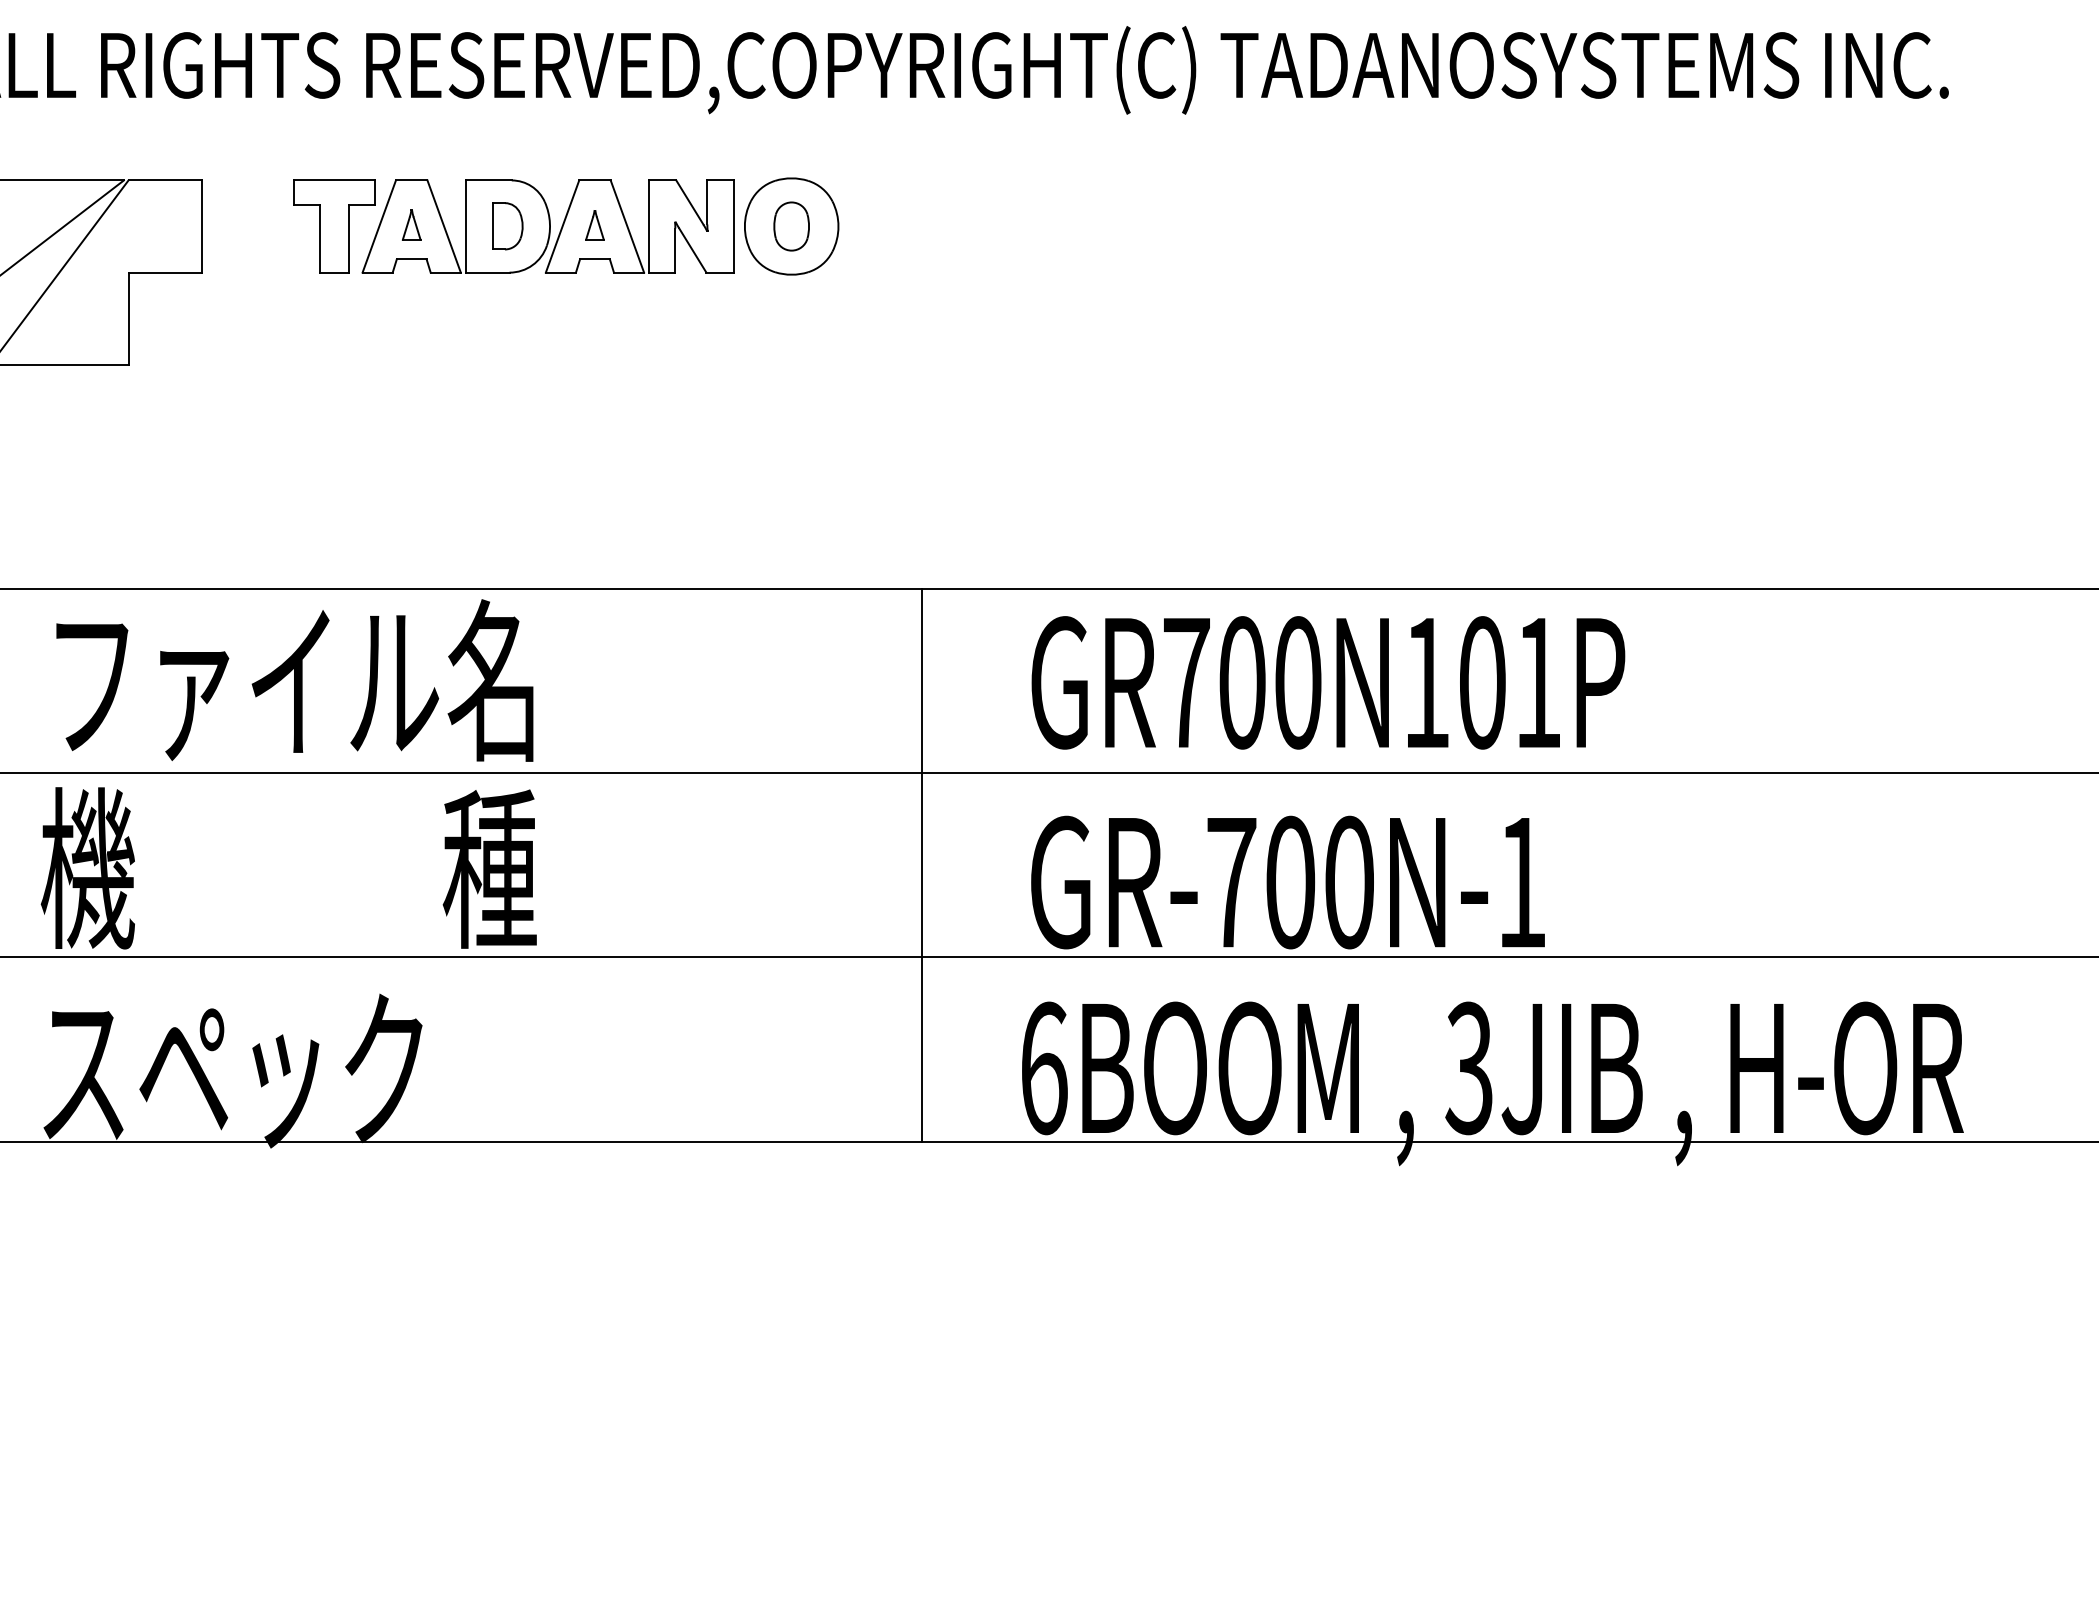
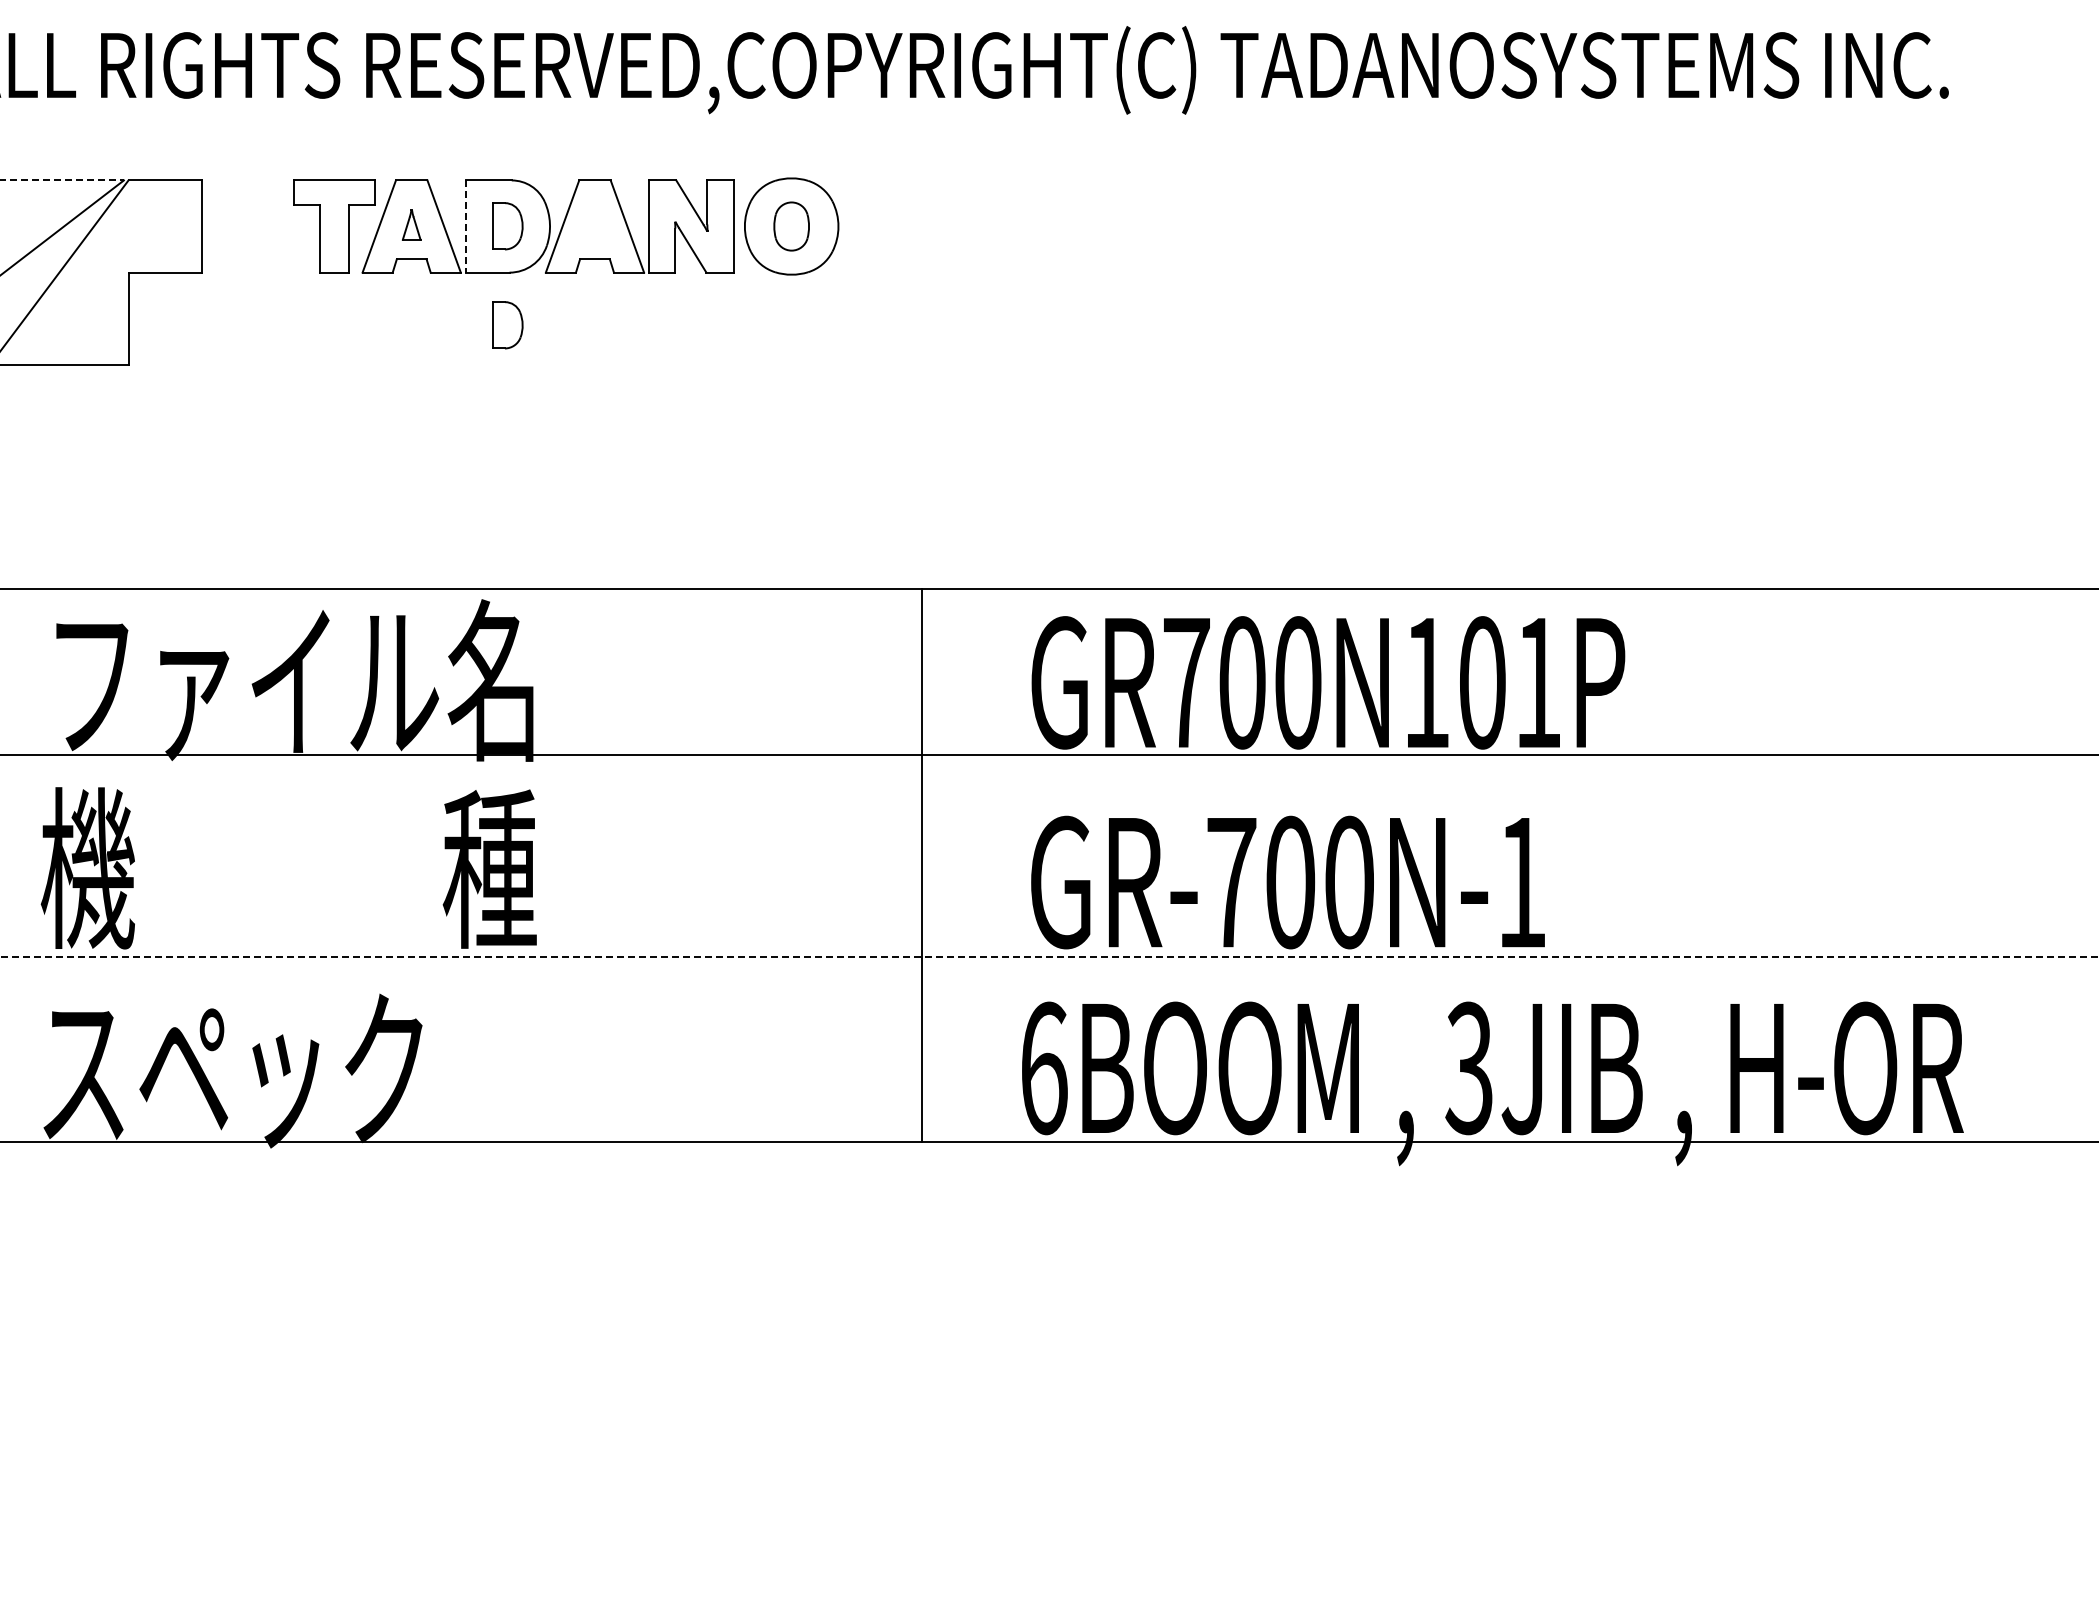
line at (61, 180): solid -> dashed
part at (594, 225): present -> none
line at (465, 227): solid -> dashed
part at (507, 325): none -> present
line at (1048, 772) position: (1048, 772) -> (1048, 754)
line at (1050, 957): solid -> dashed
